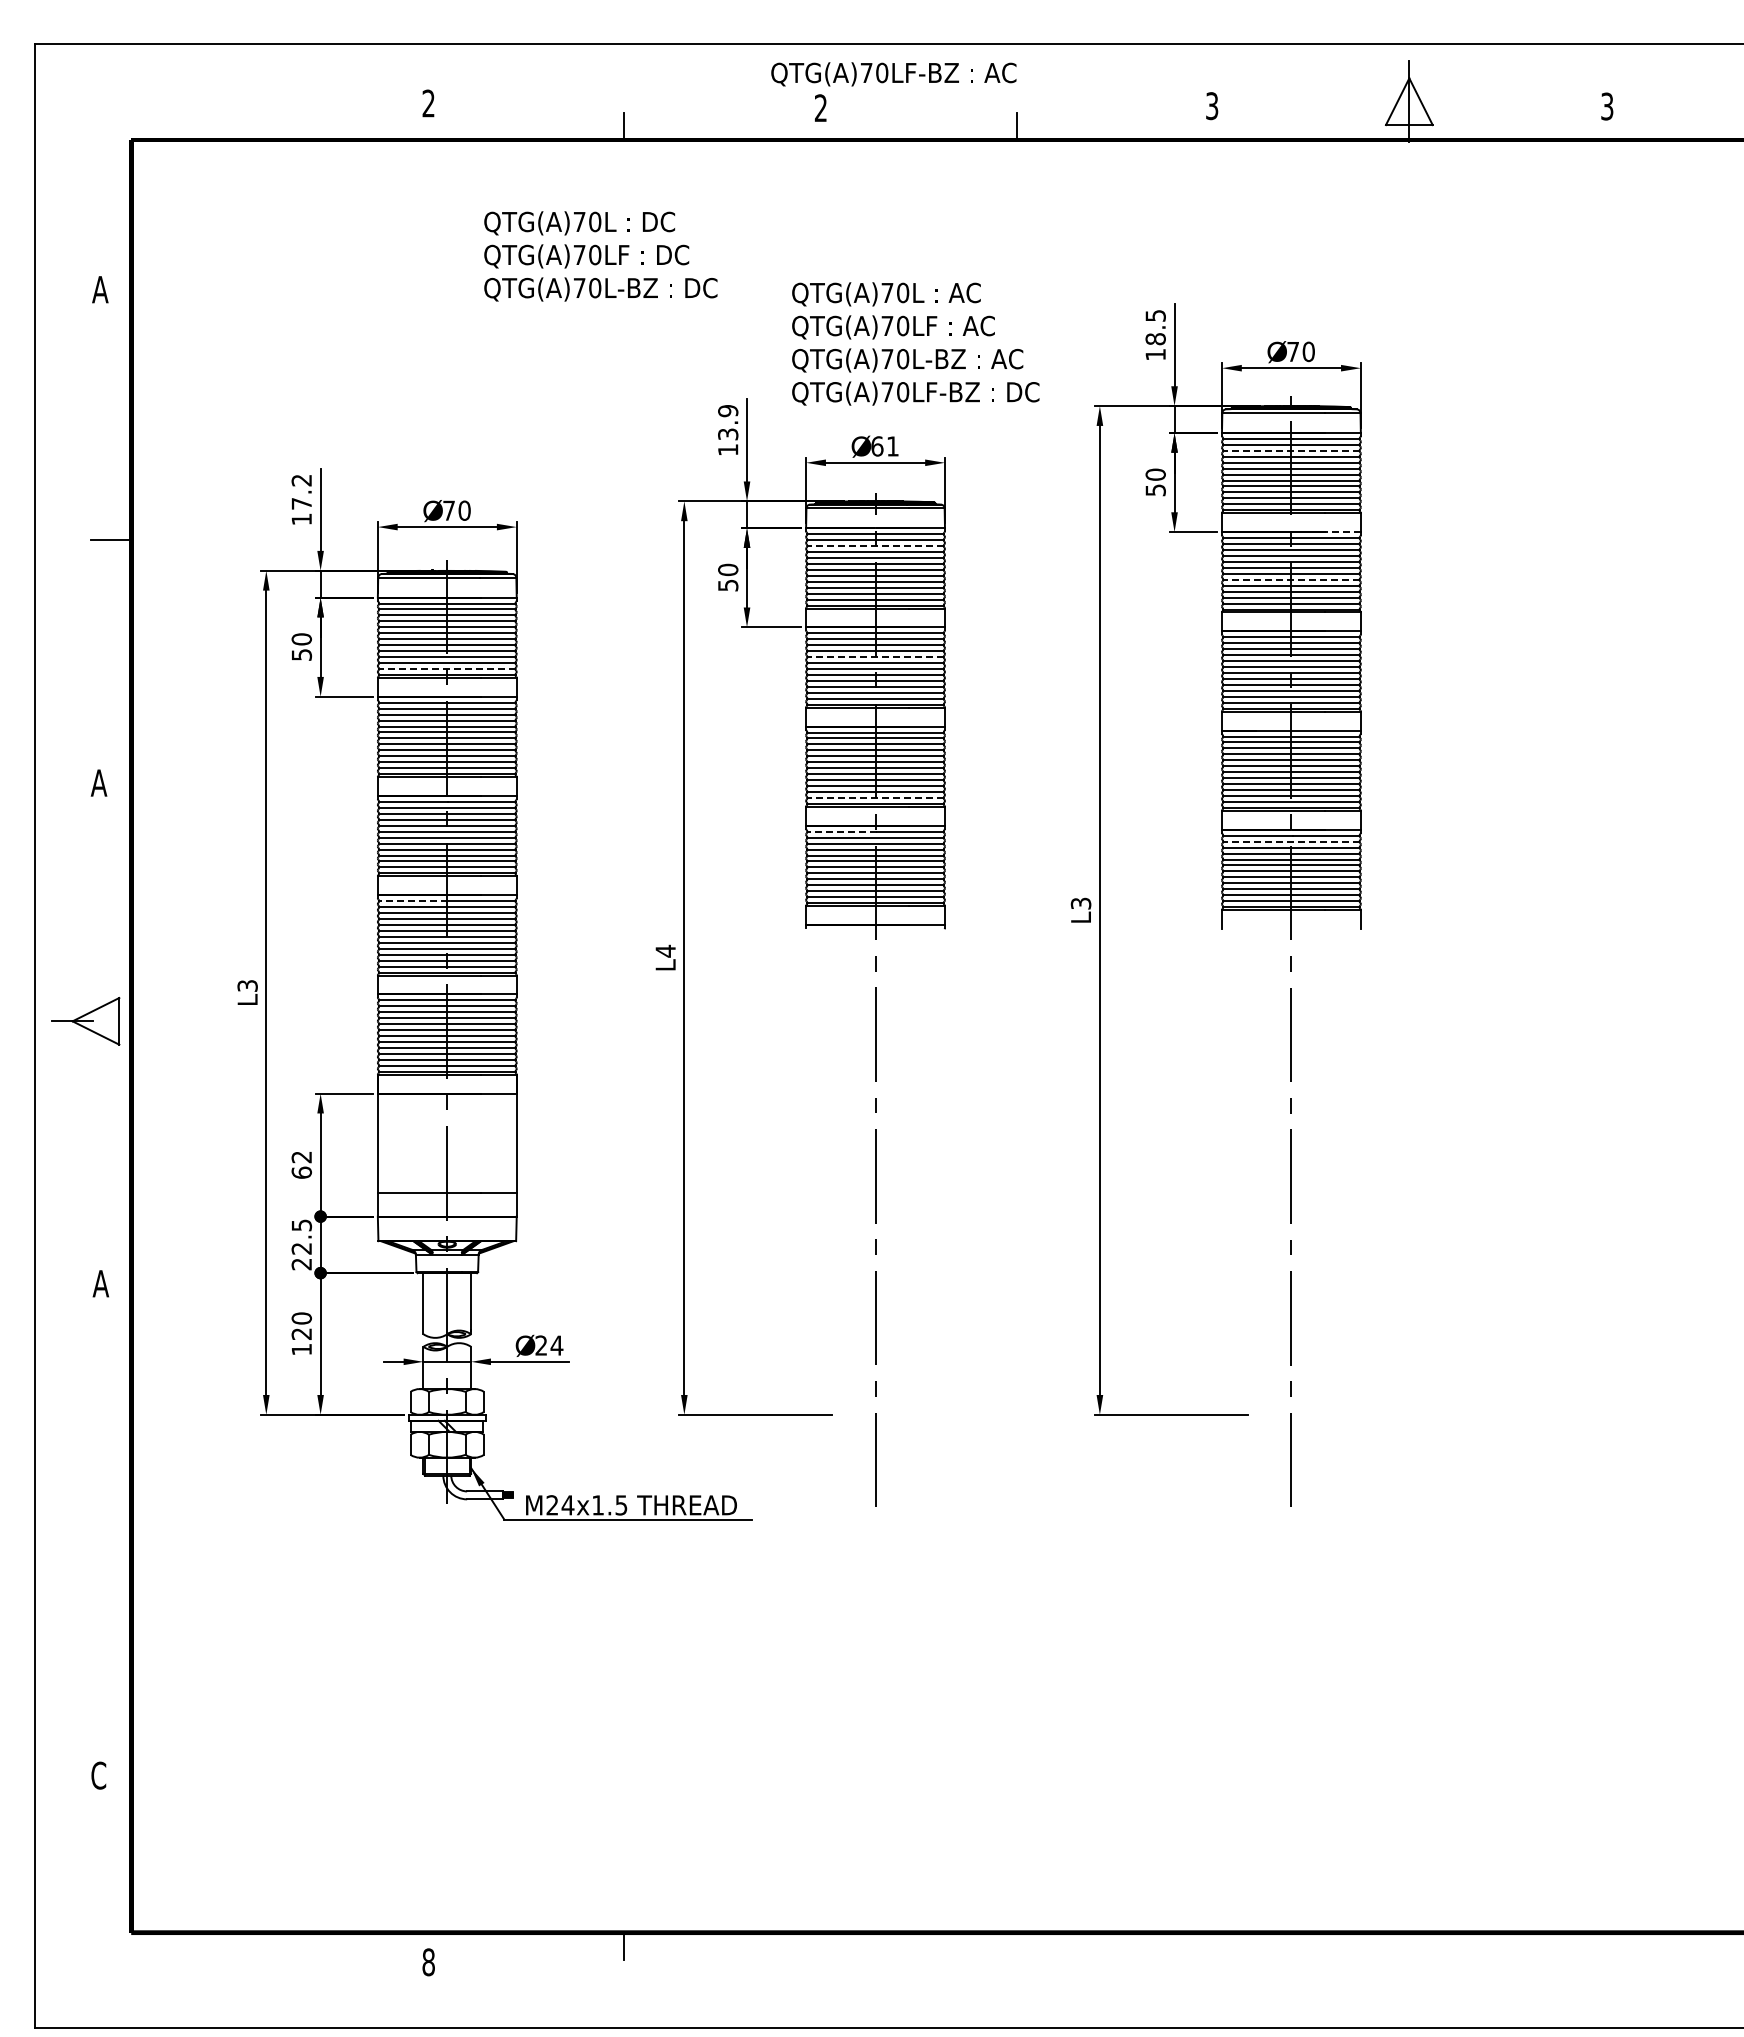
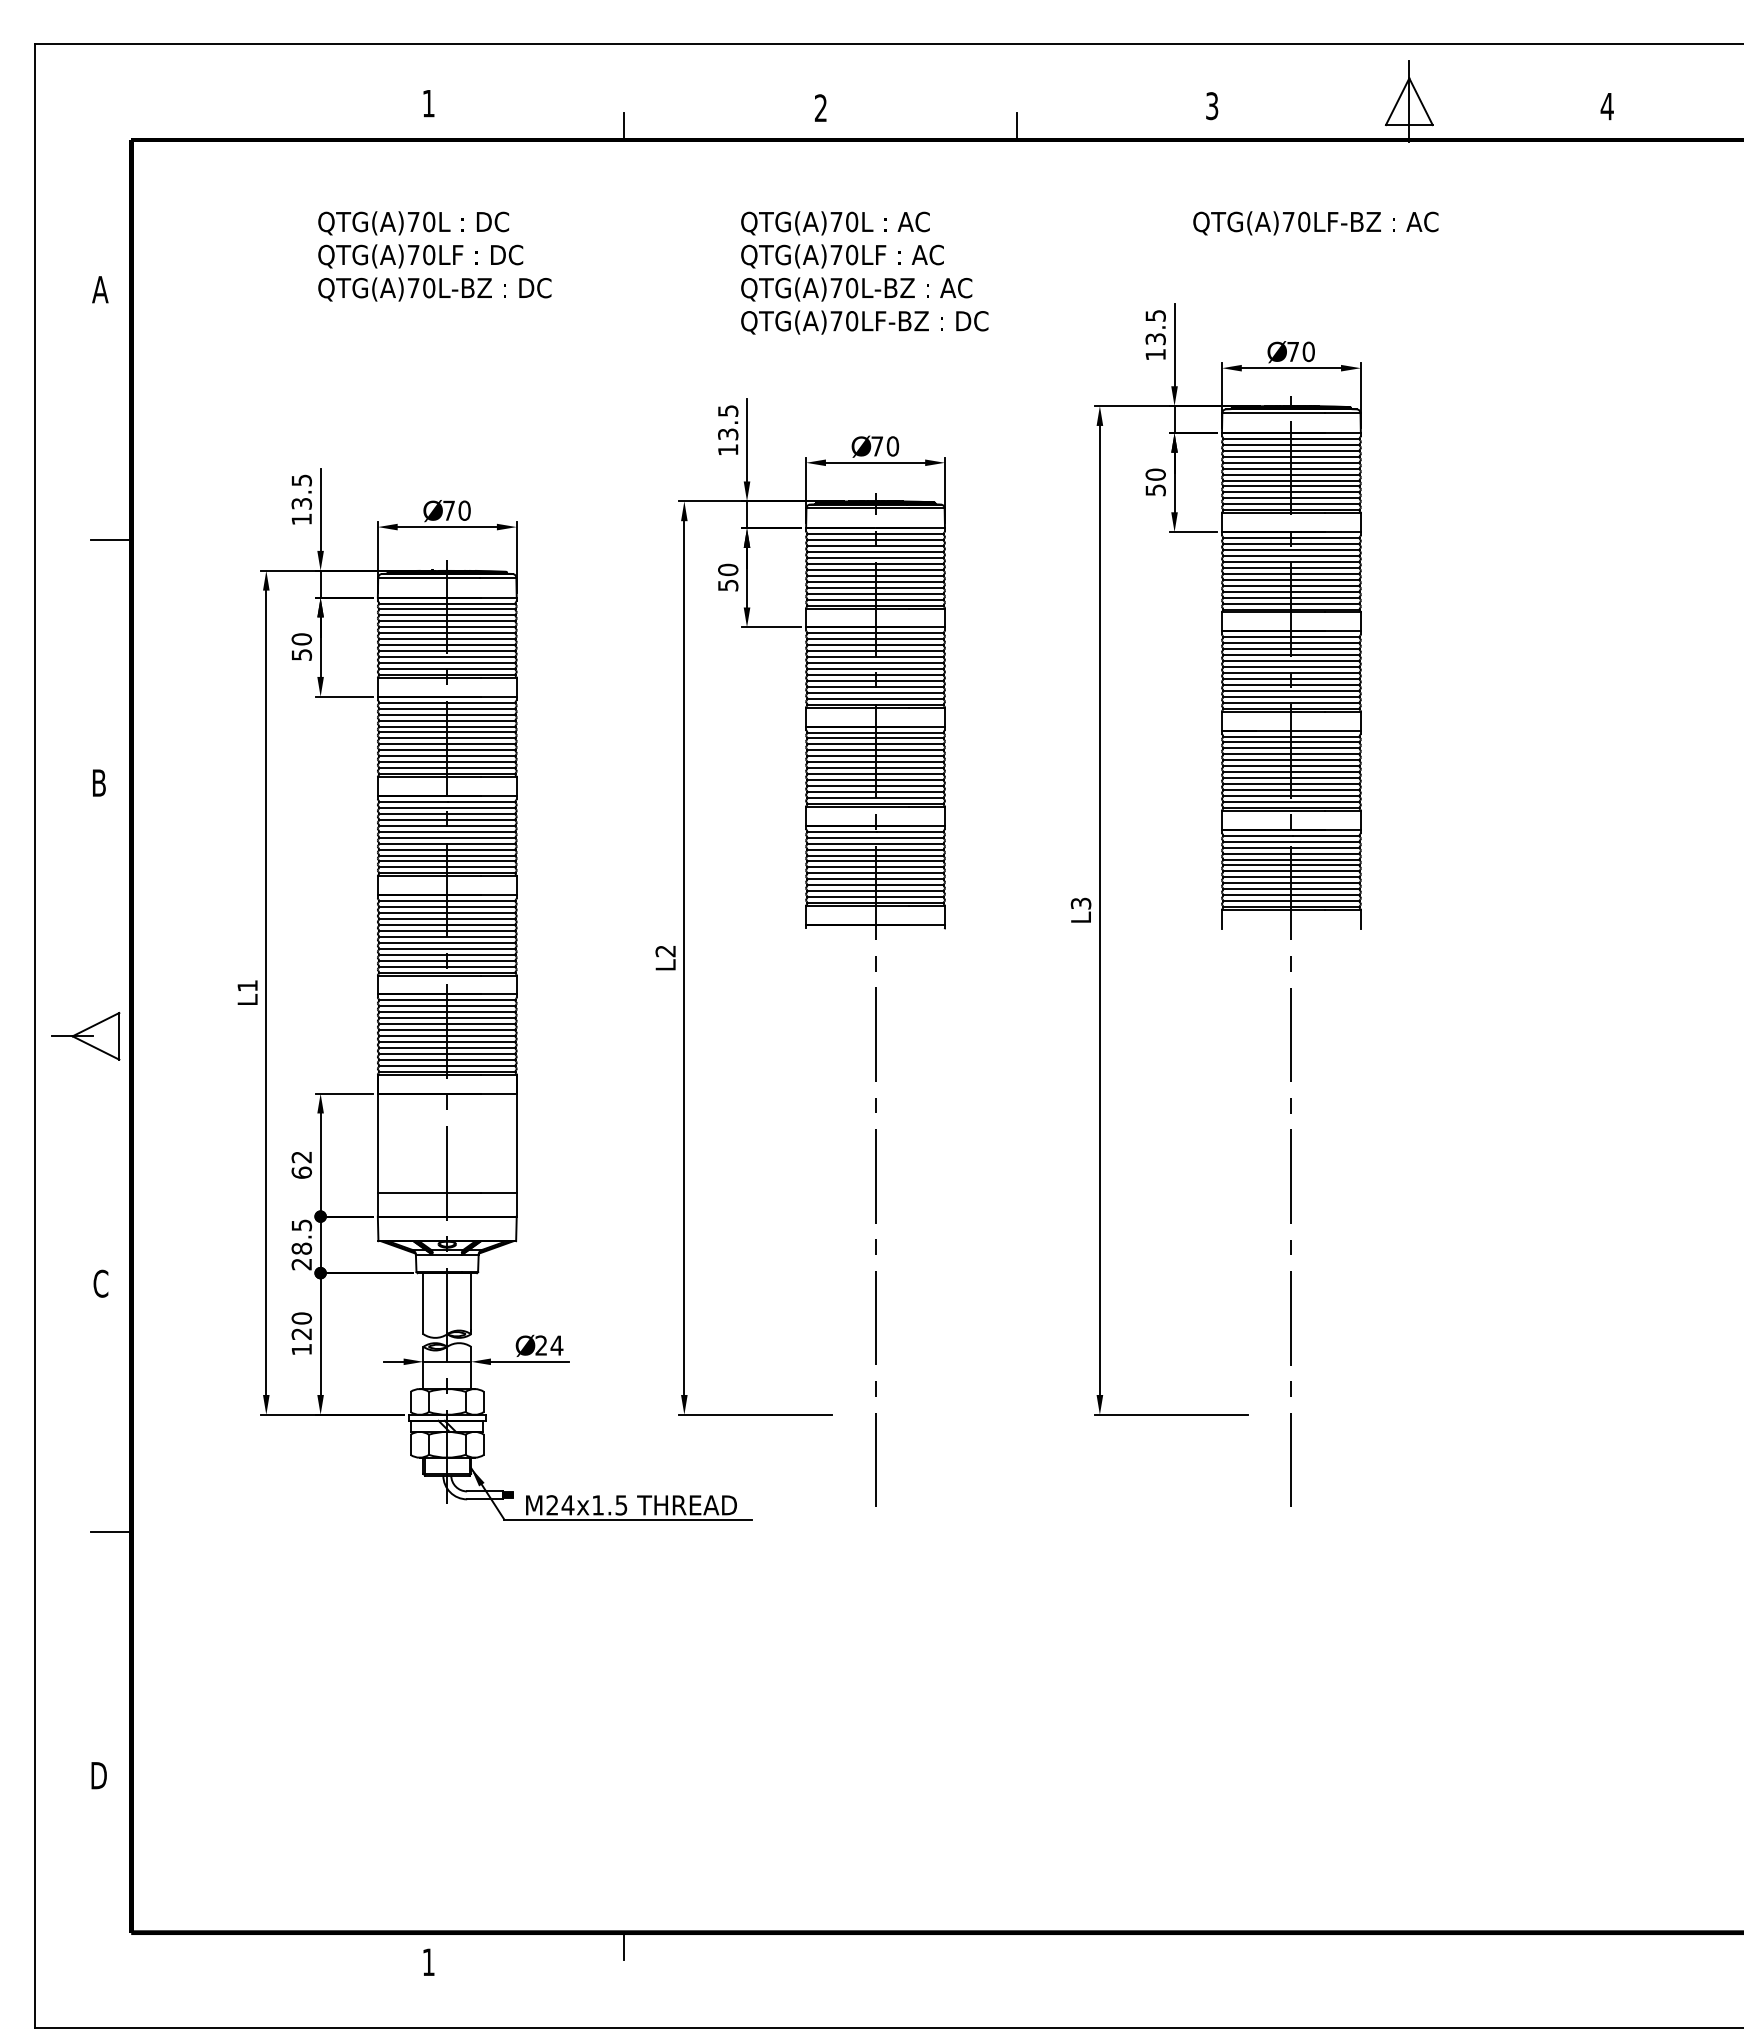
text at (893, 74) position: (893, 74) -> (1315, 223)
text at (428, 103): 2 -> 1
text at (1606, 106): 3 -> 4
text at (600, 256) position: (600, 256) -> (434, 256)
text at (1155, 339): 18.5 -> 13.5
text at (915, 343) position: (915, 343) -> (864, 272)
text at (728, 411): 13.9 -> 13.5
text at (885, 446): 61 -> 70
line at (1290, 450): dashed -> solid
text at (301, 491): 17.2 -> 13.5
line at (1342, 532): dashed -> solid
line at (875, 546): dashed -> solid
line at (1290, 579): dashed -> solid
line at (875, 657): dashed -> solid
line at (446, 669): dashed -> solid
text at (98, 782): A -> B
line at (875, 797): dashed -> solid
line at (842, 831): dashed -> solid
line at (1290, 841): dashed -> solid
line at (413, 901): dashed -> solid
text at (665, 950): L4 -> L2
text at (247, 985): L3 -> L1
part at (85, 1021) position: (85, 1021) -> (85, 1036)
text at (301, 1248): 22.5 -> 28.5
text at (100, 1283): A -> C
line at (110, 1532): none -> present
text at (98, 1775): C -> D
text at (428, 1962): 8 -> 1
